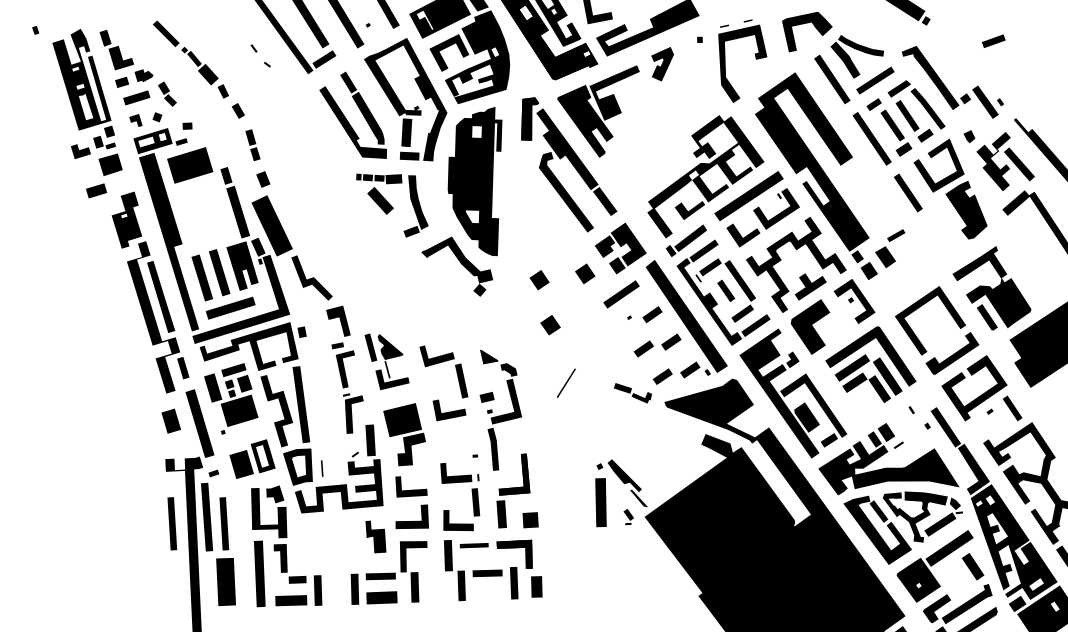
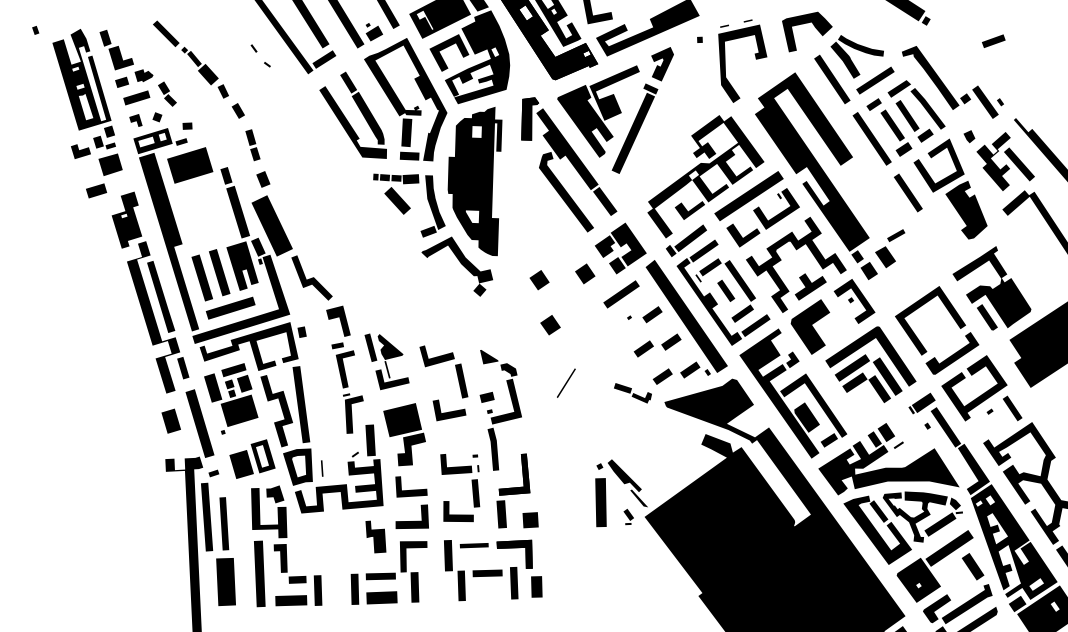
fill at (374, 33): none -> present
part at (634, 128): none -> present
part at (392, 205) position: (392, 205) -> (409, 205)
fill at (923, 402): none -> present
part at (472, 497) position: (472, 497) -> (472, 488)
part at (172, 523): present -> none
